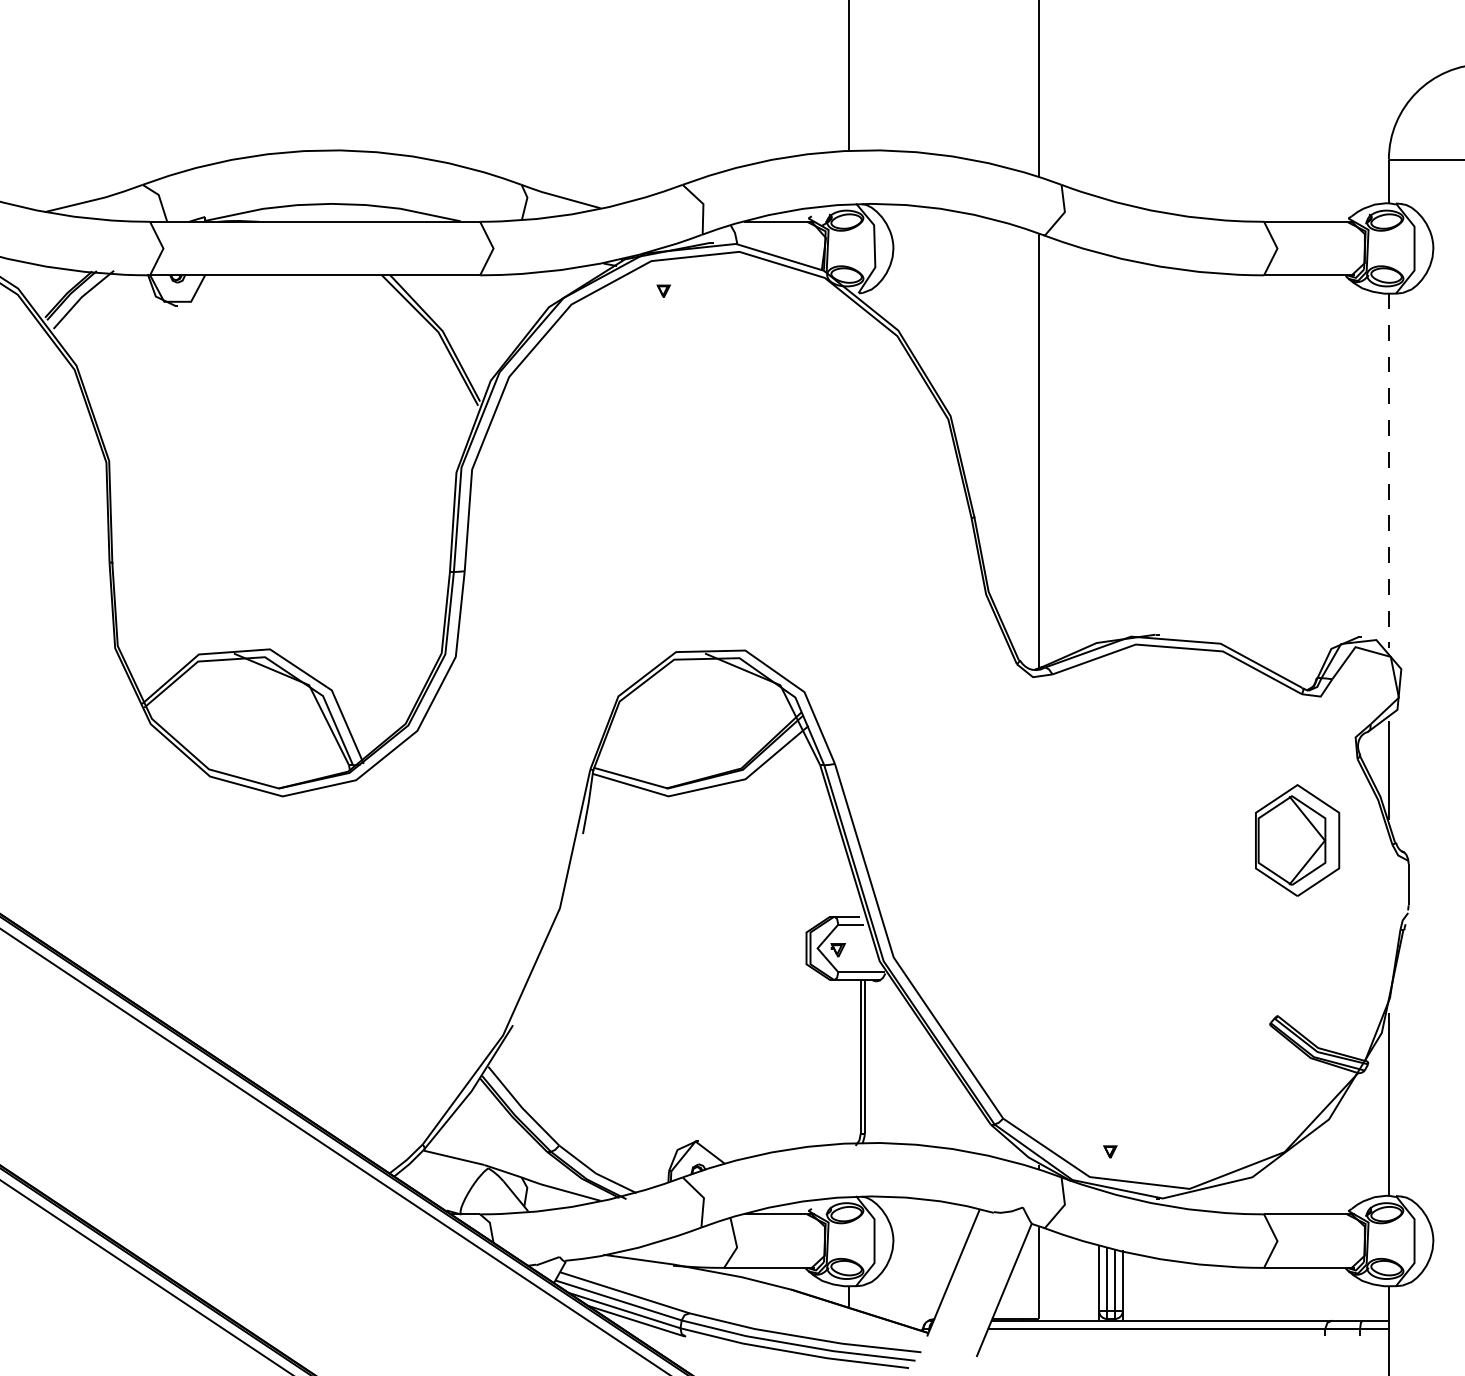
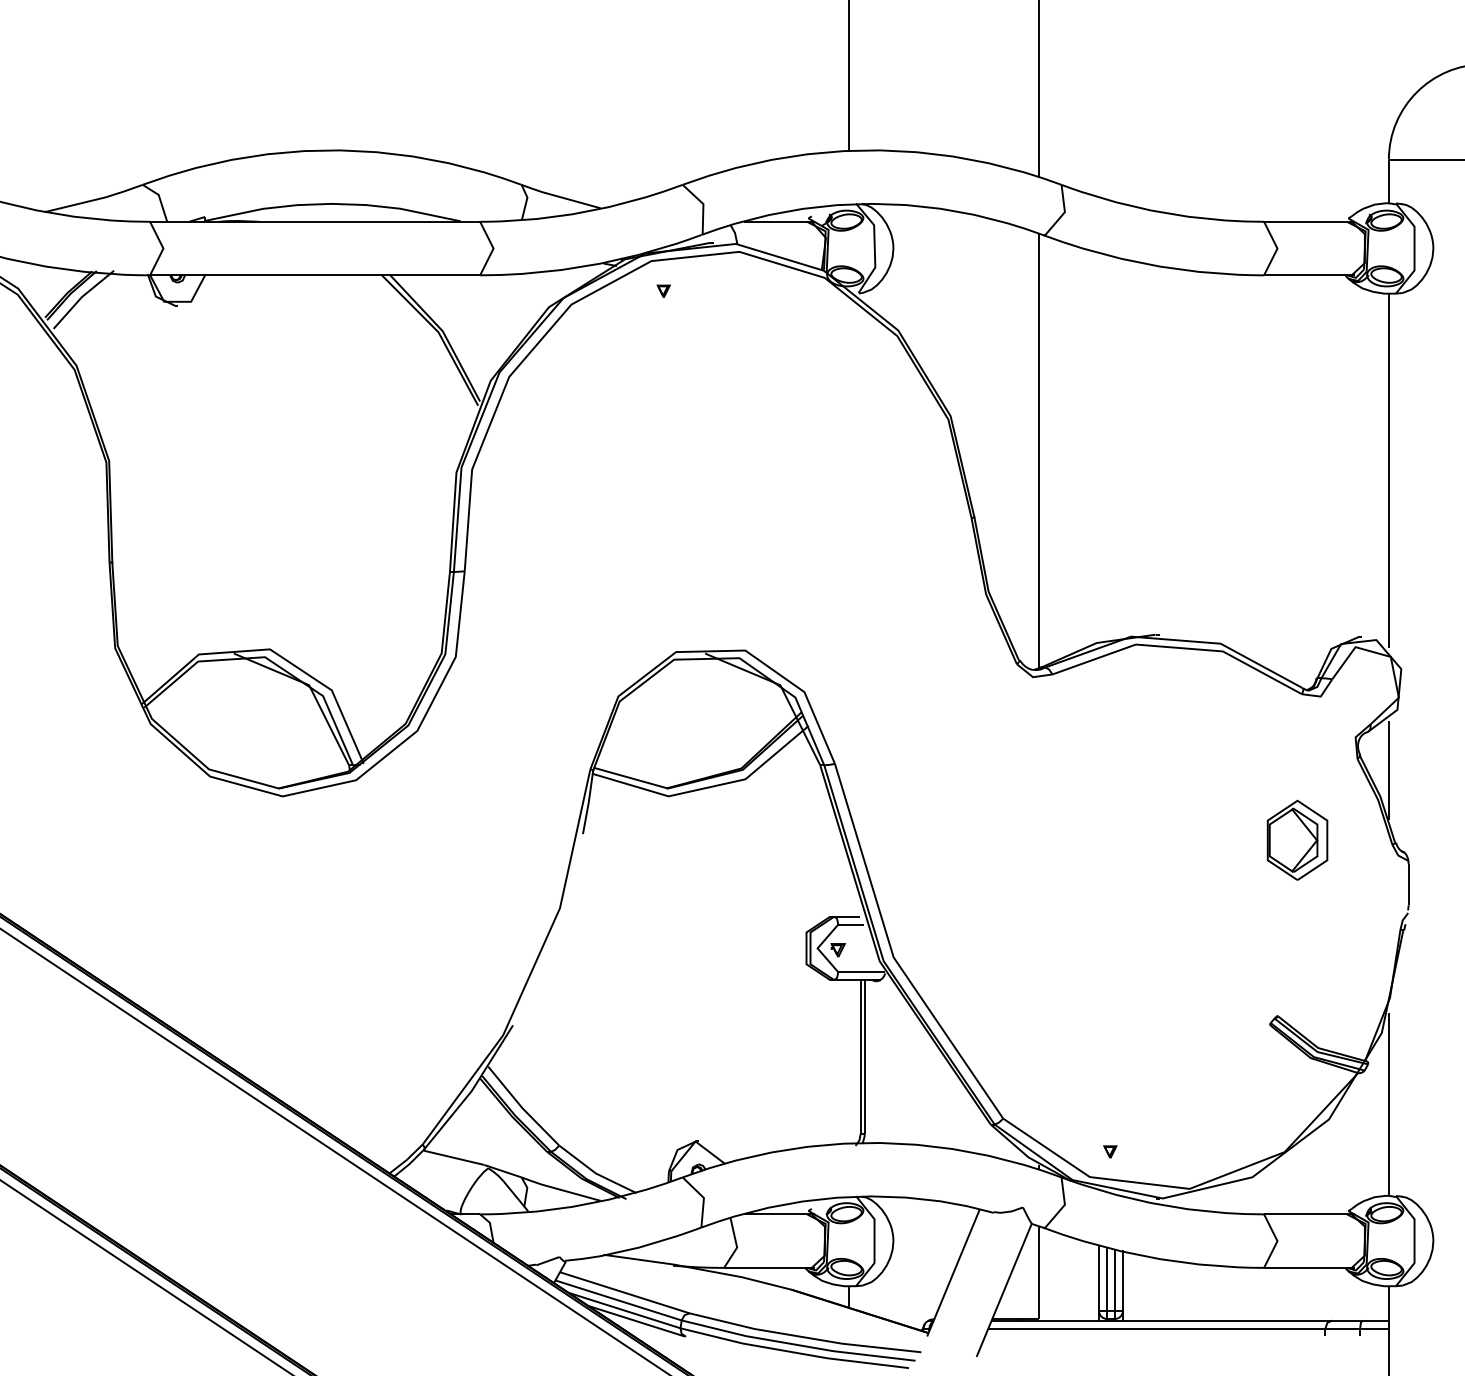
line at (1388, 470): dashed -> solid
part at (1297, 840) size: 86x113 px -> 63x82 px
